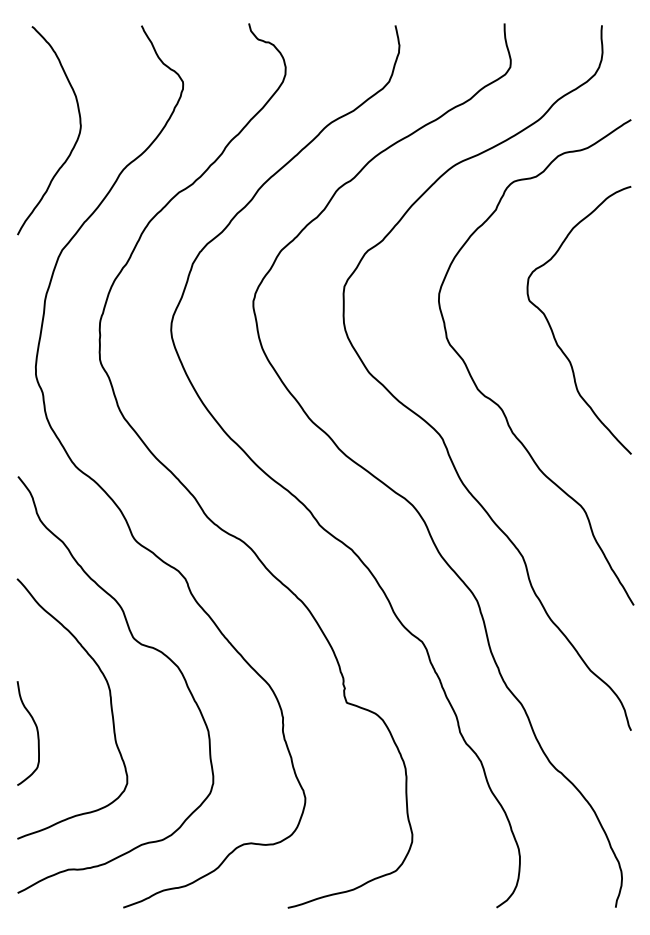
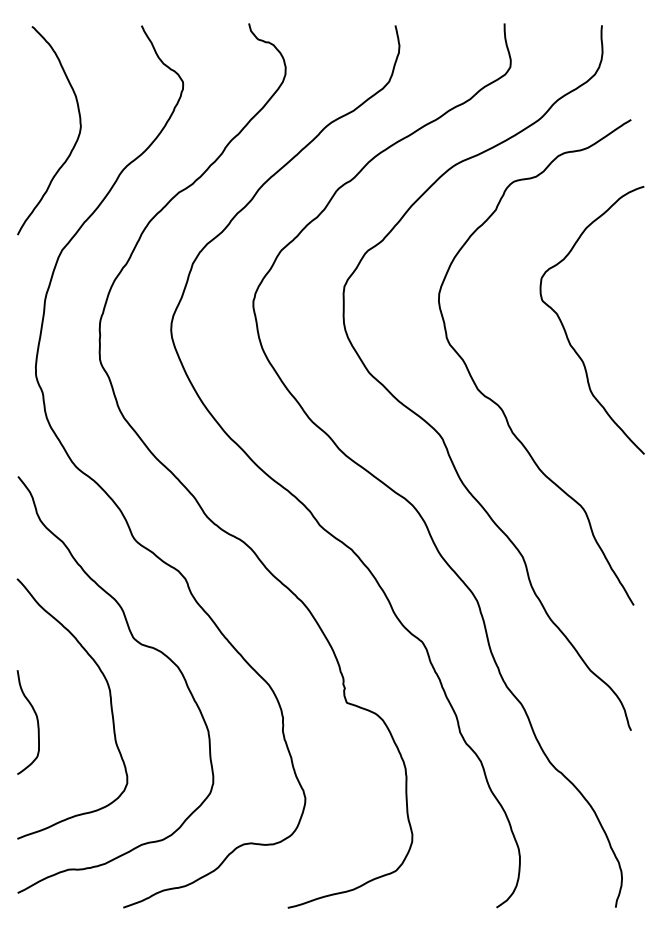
curve at (553, 331) position: (553, 331) -> (566, 331)
curve at (36, 731) position: (36, 731) -> (36, 720)
